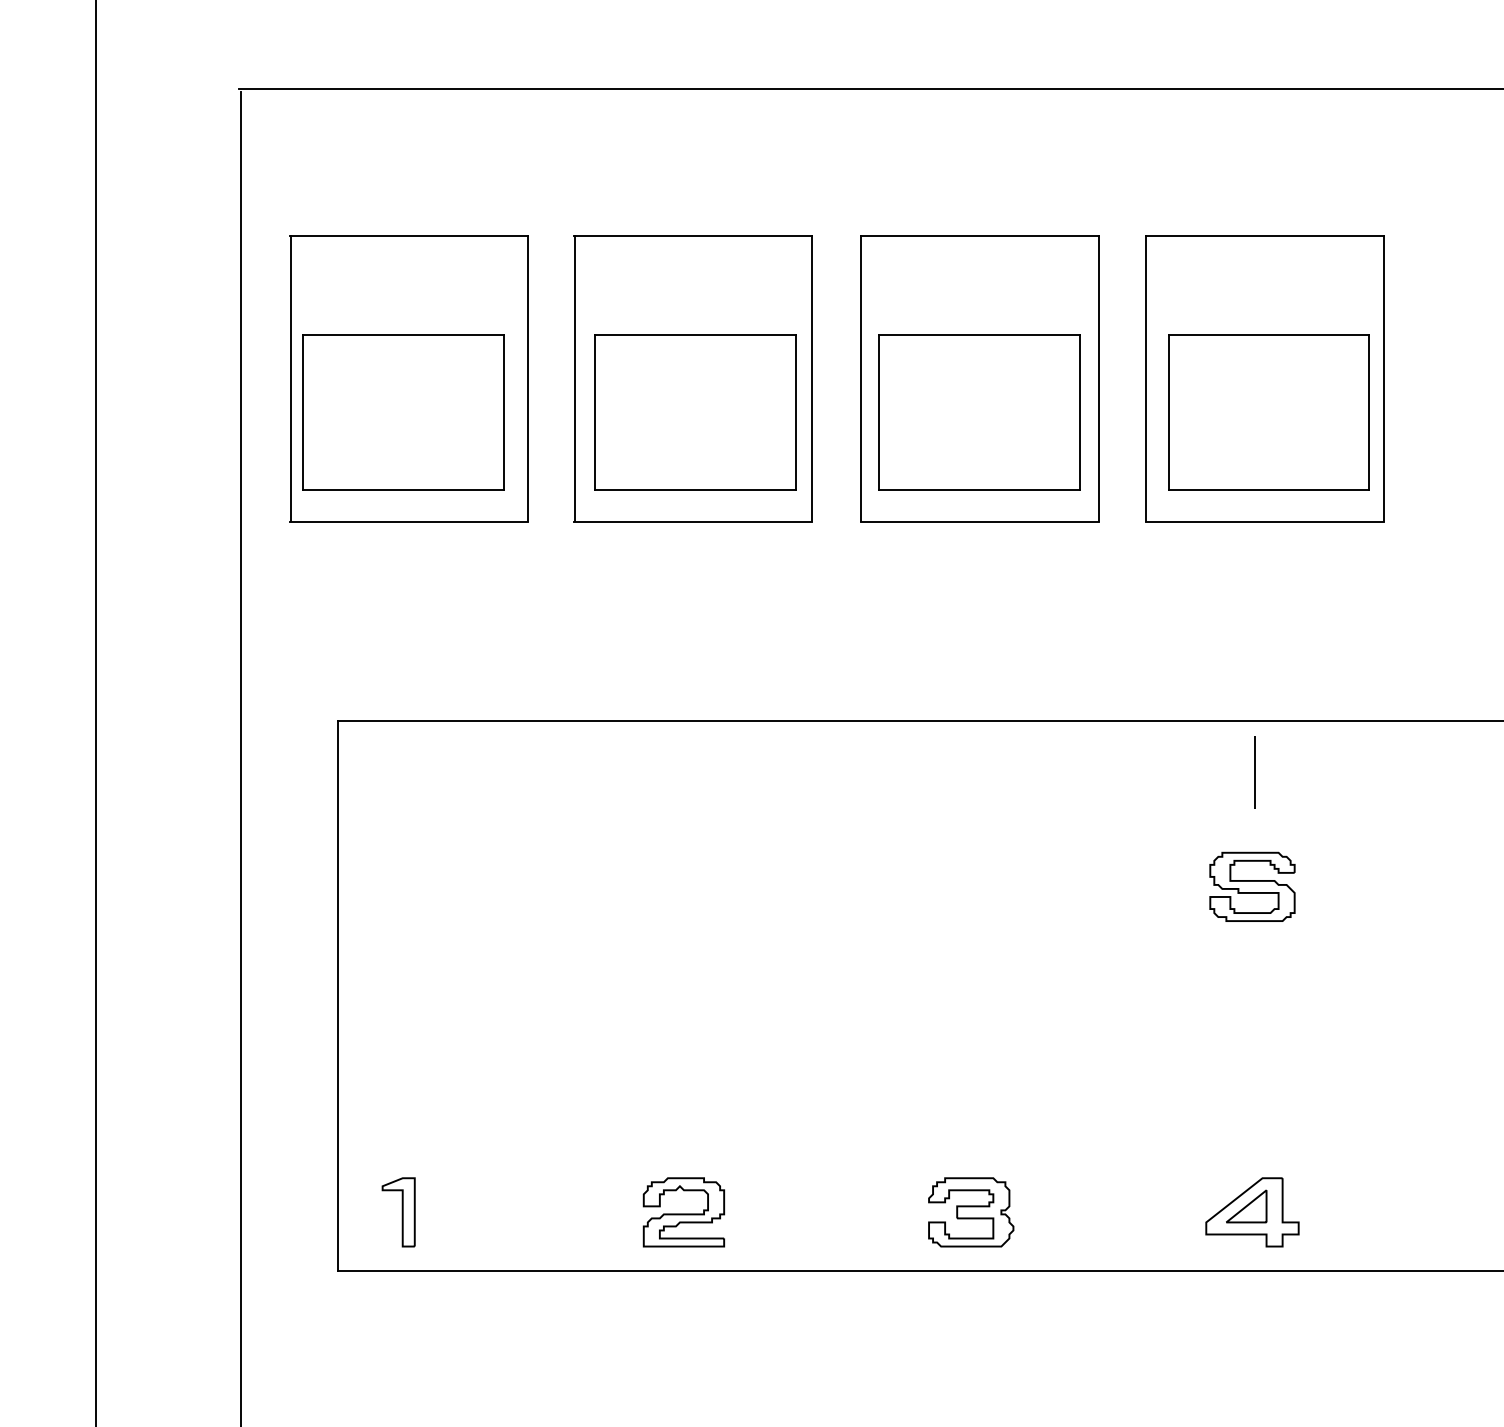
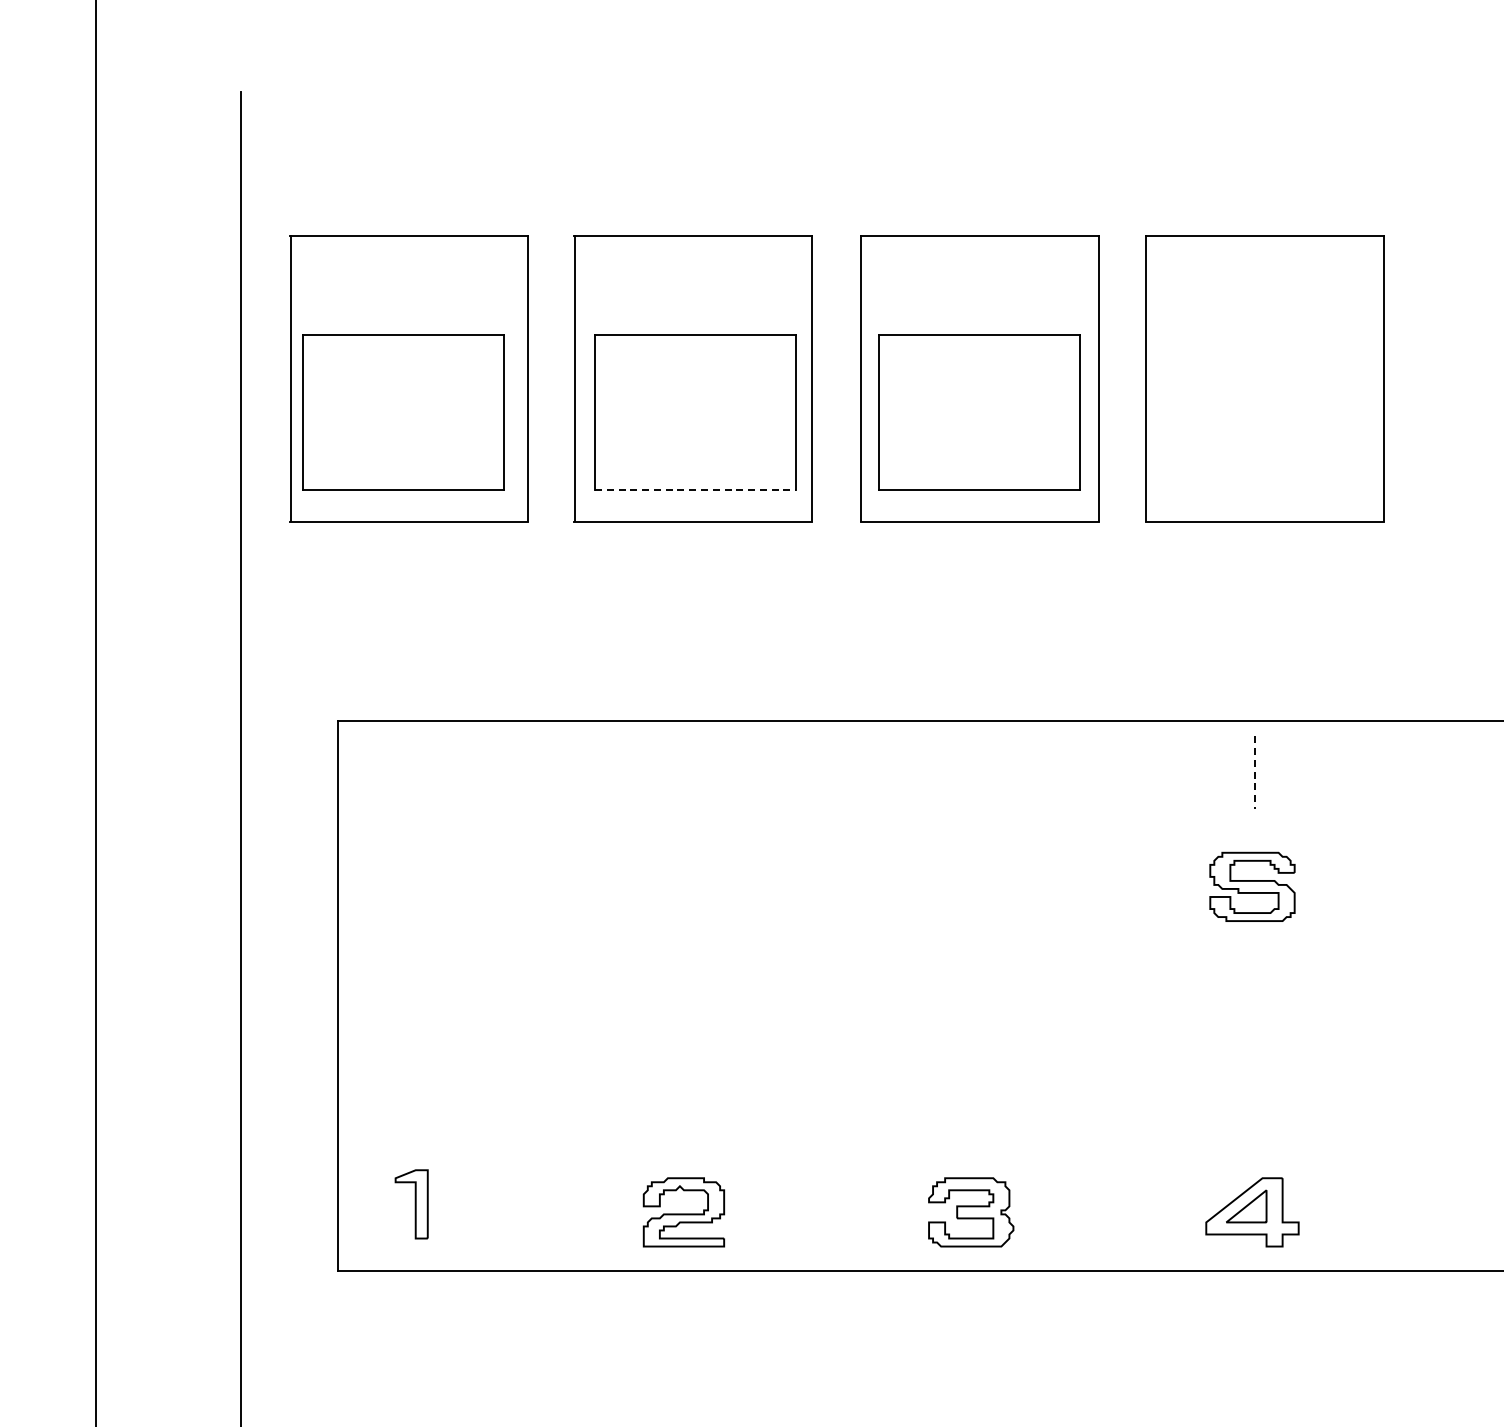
line at (869, 88): present -> none
part at (1268, 412): present -> none
line at (695, 490): solid -> dashed
line at (1254, 772): solid -> dashed
part at (398, 1212) position: (398, 1212) -> (411, 1204)
